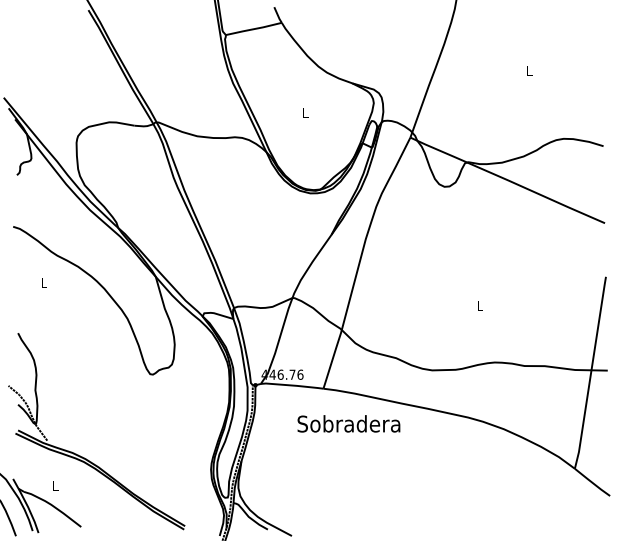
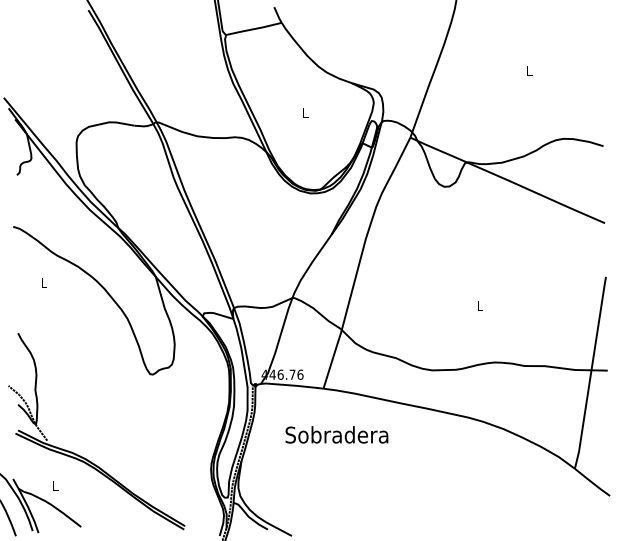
text at (348, 423) position: (348, 423) -> (336, 434)
